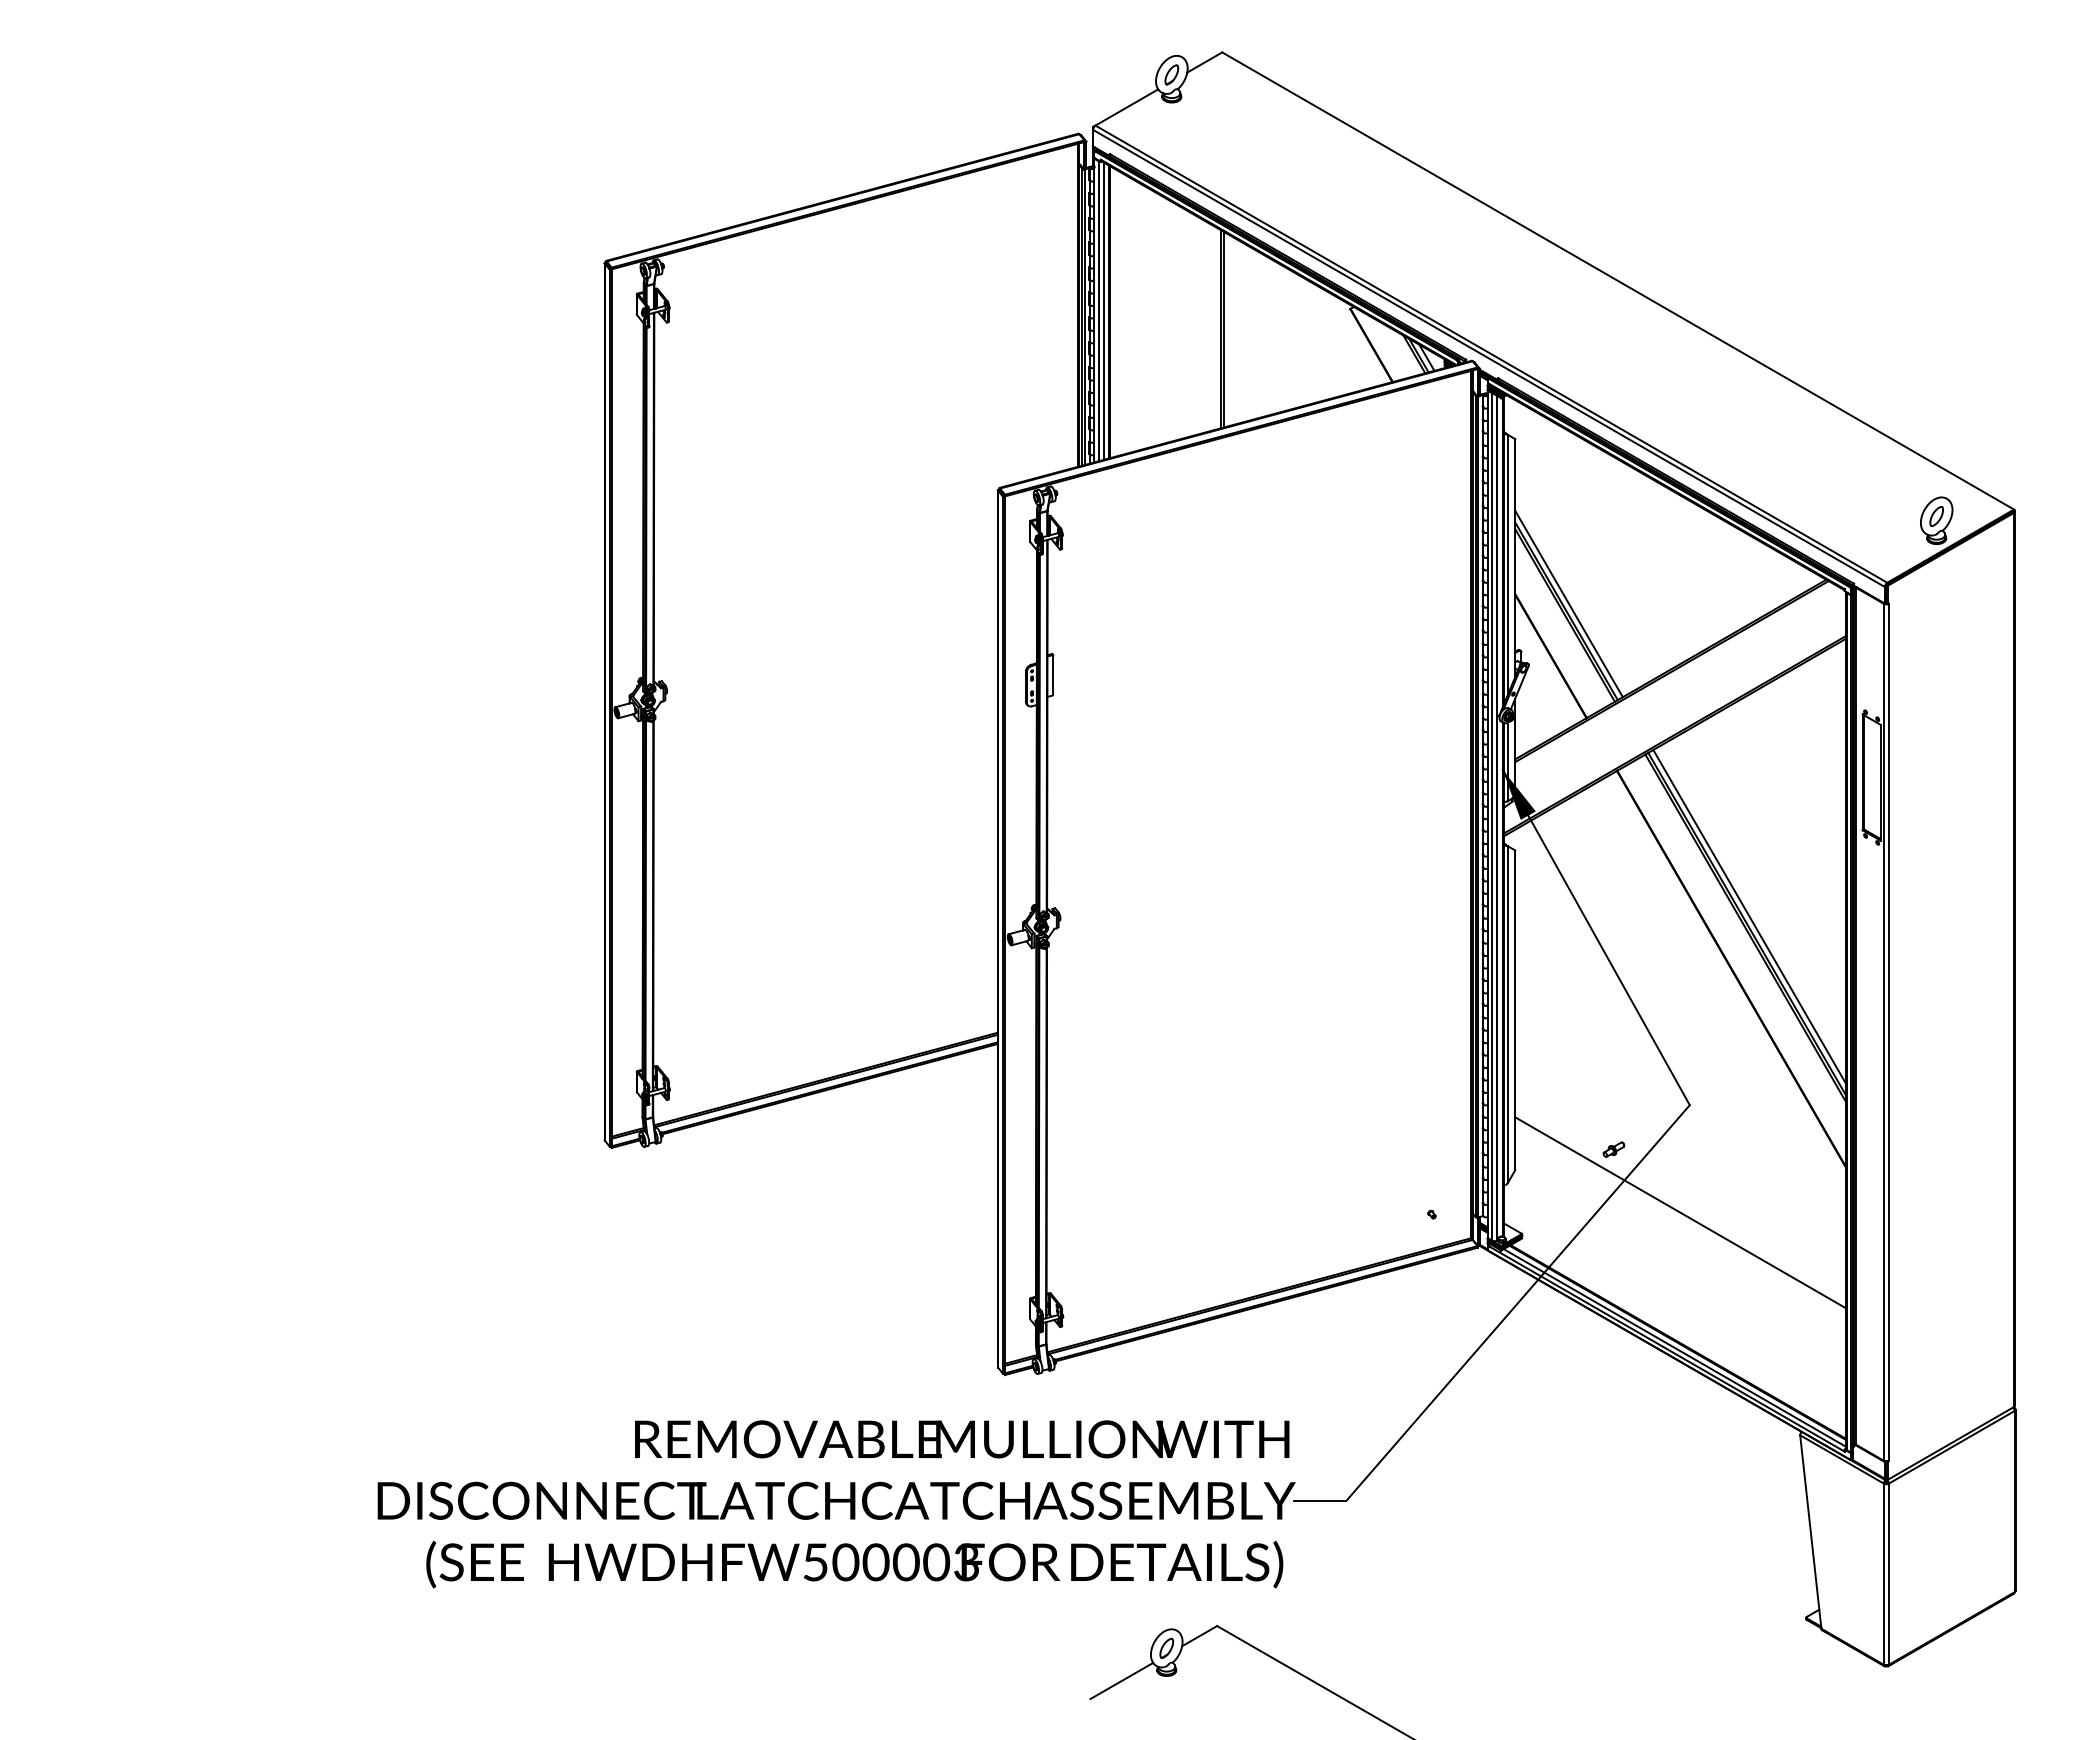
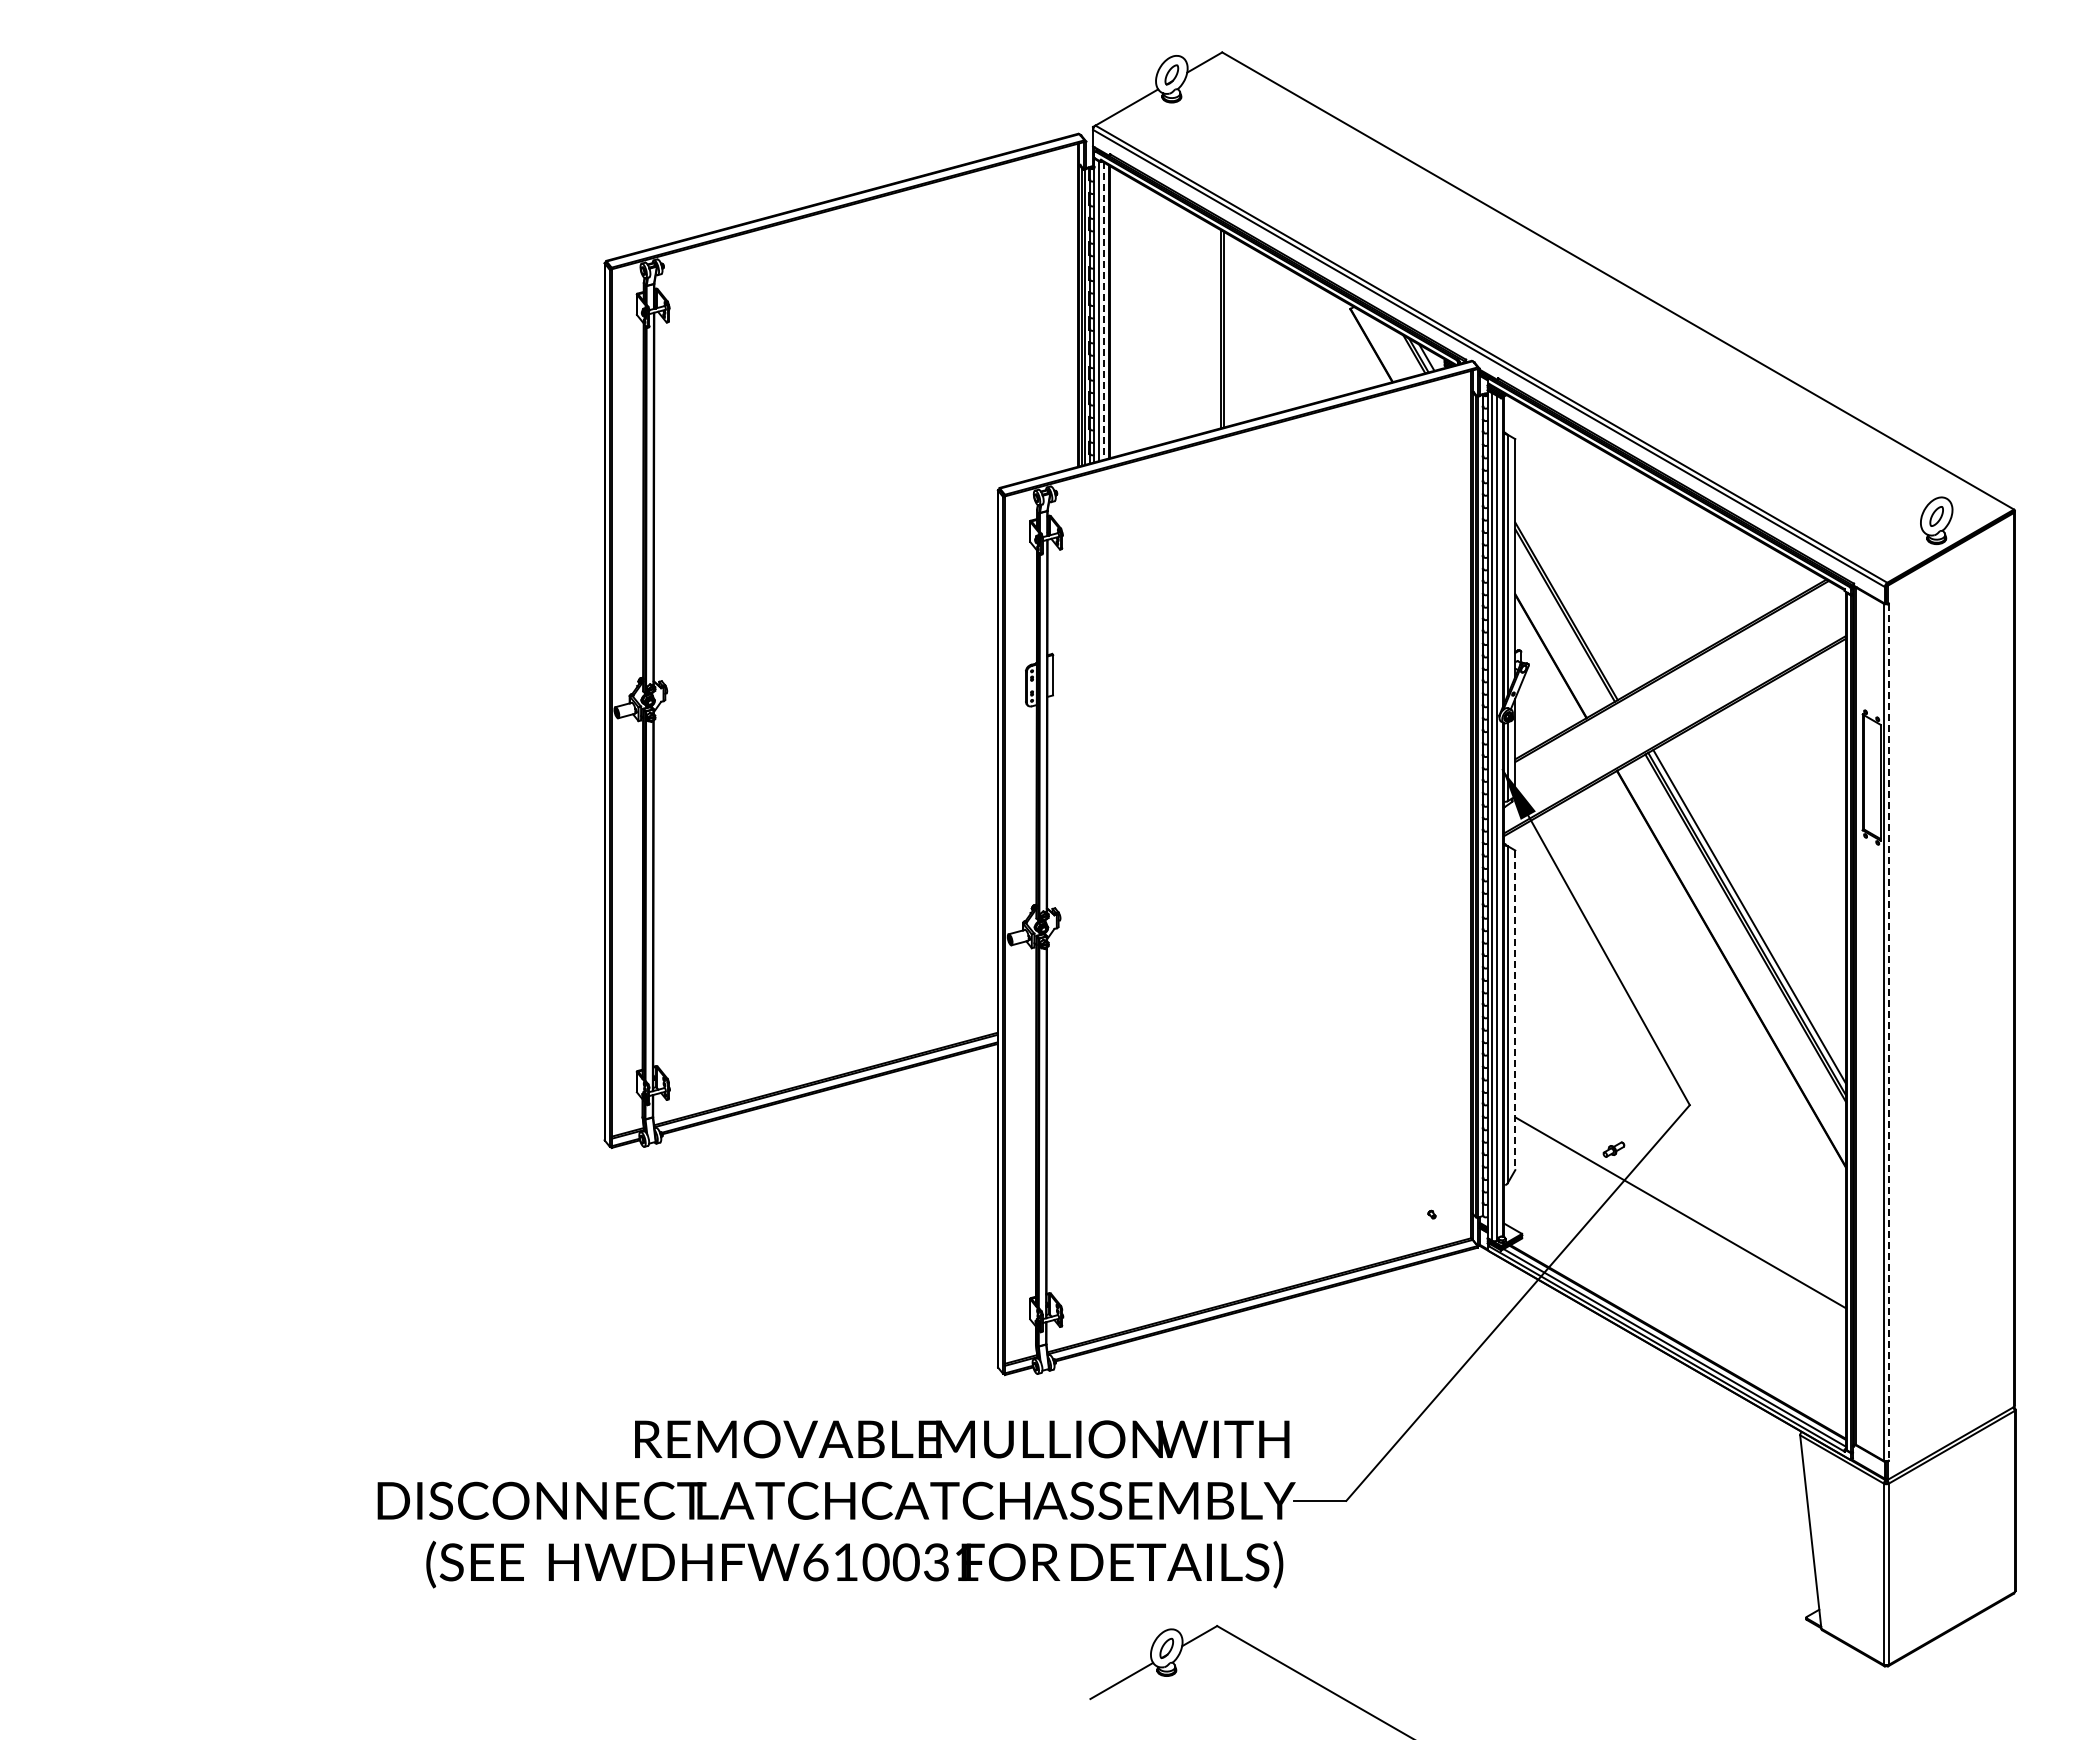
line at (1103, 311): solid -> dashed
line at (1568, 603): present -> none
line at (1515, 1010): solid -> dashed
line at (1888, 1032): solid -> dashed
text at (890, 1562): HWDHFW500003 -> HWDHFW610031
